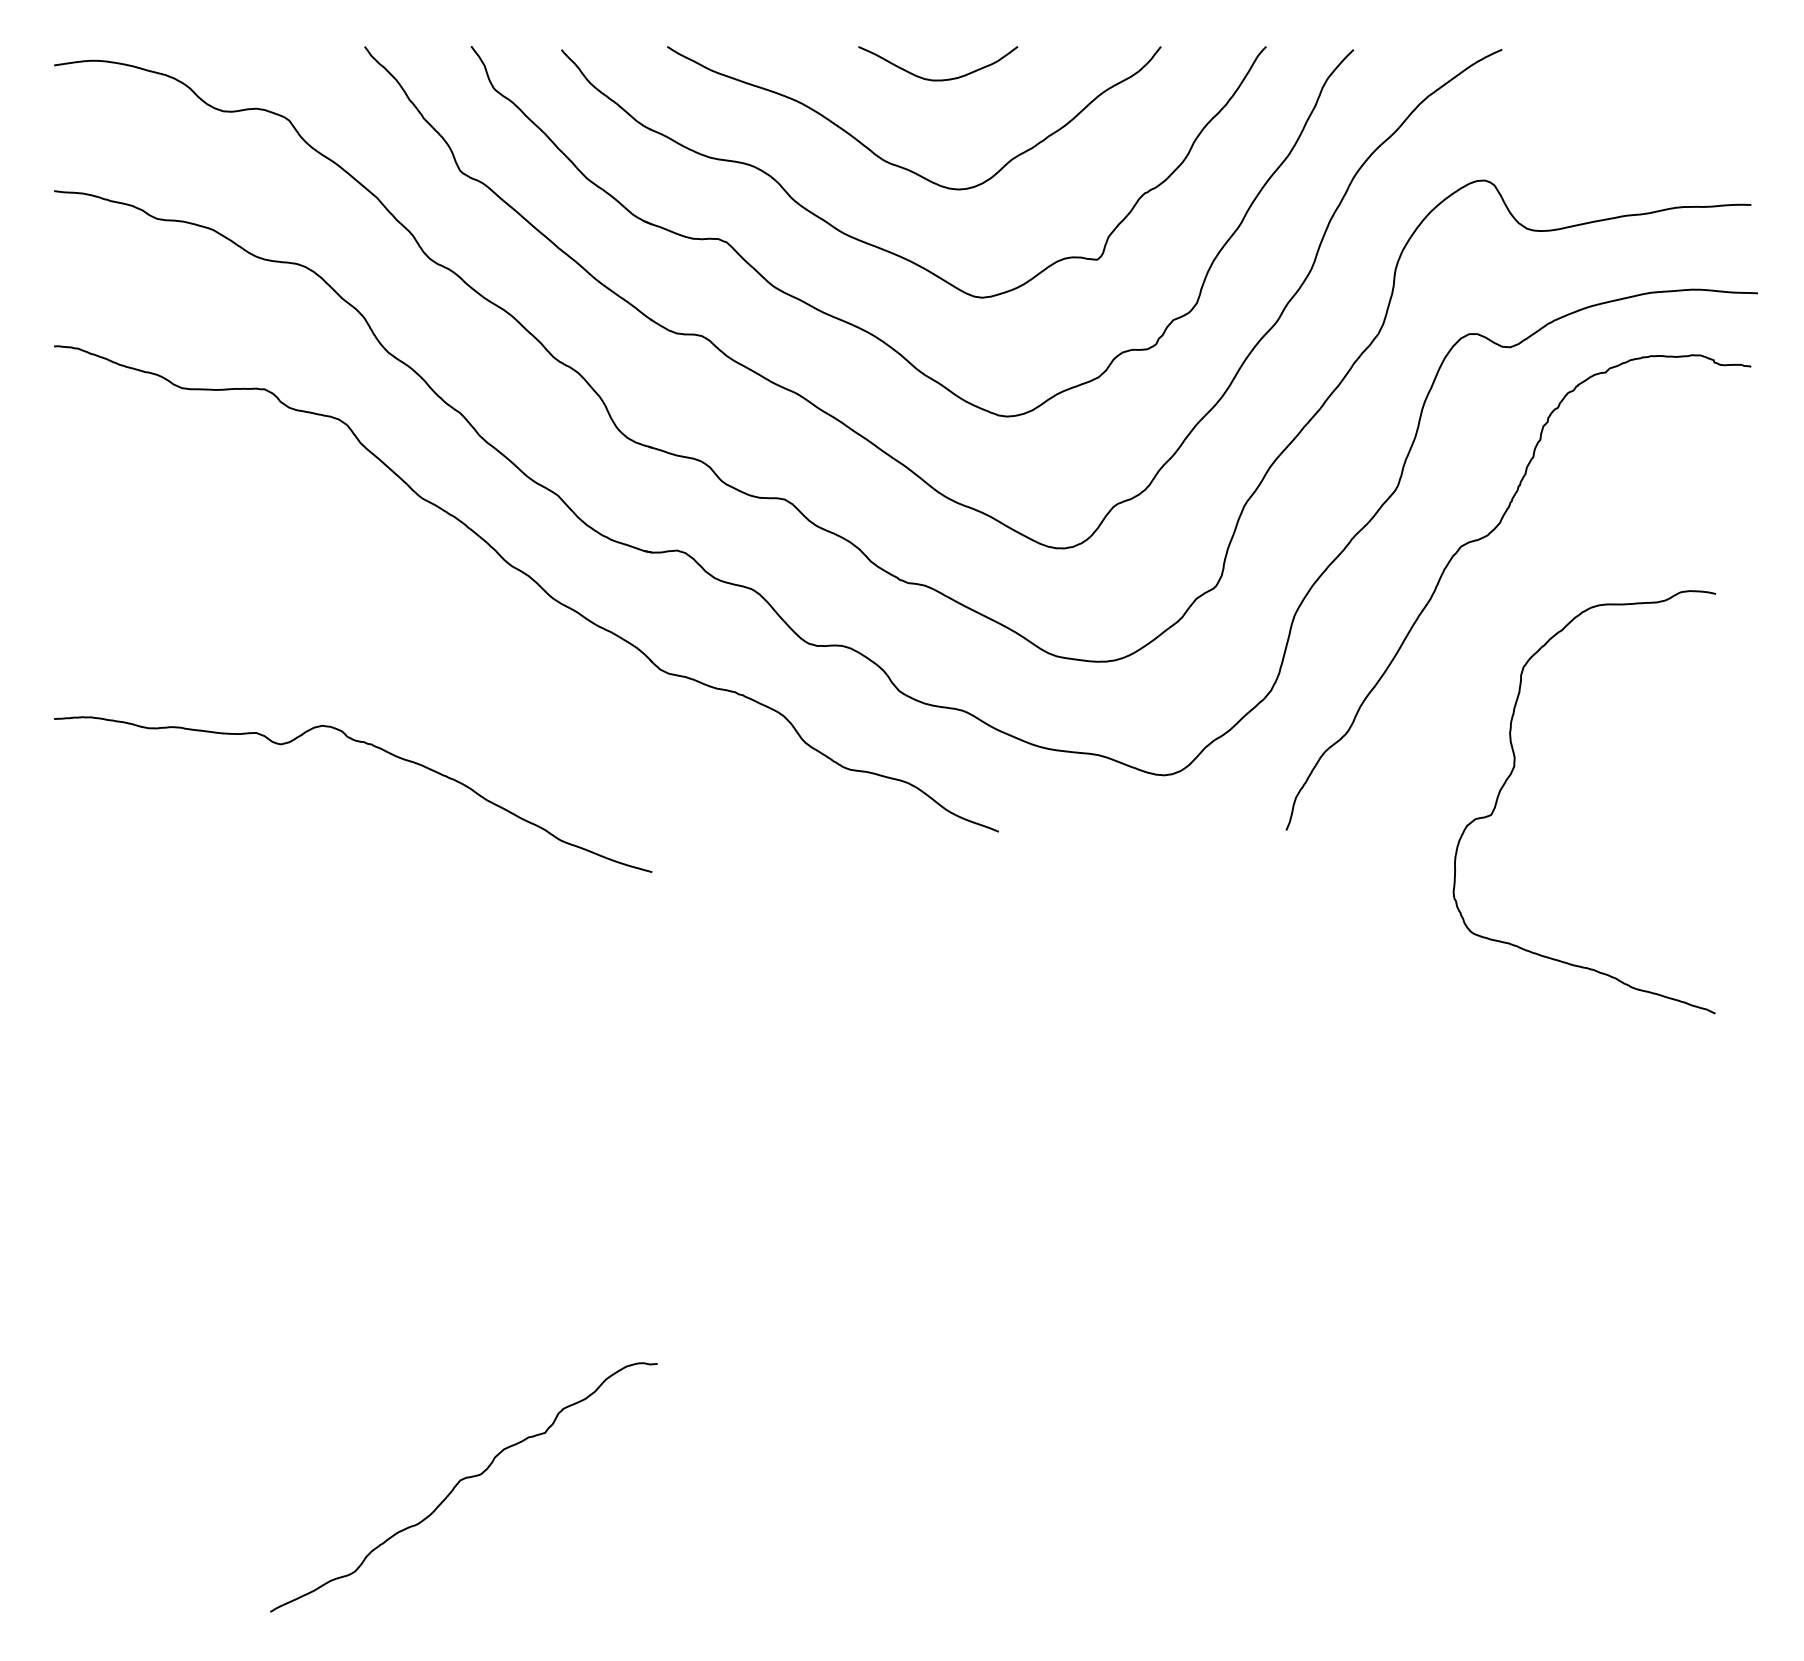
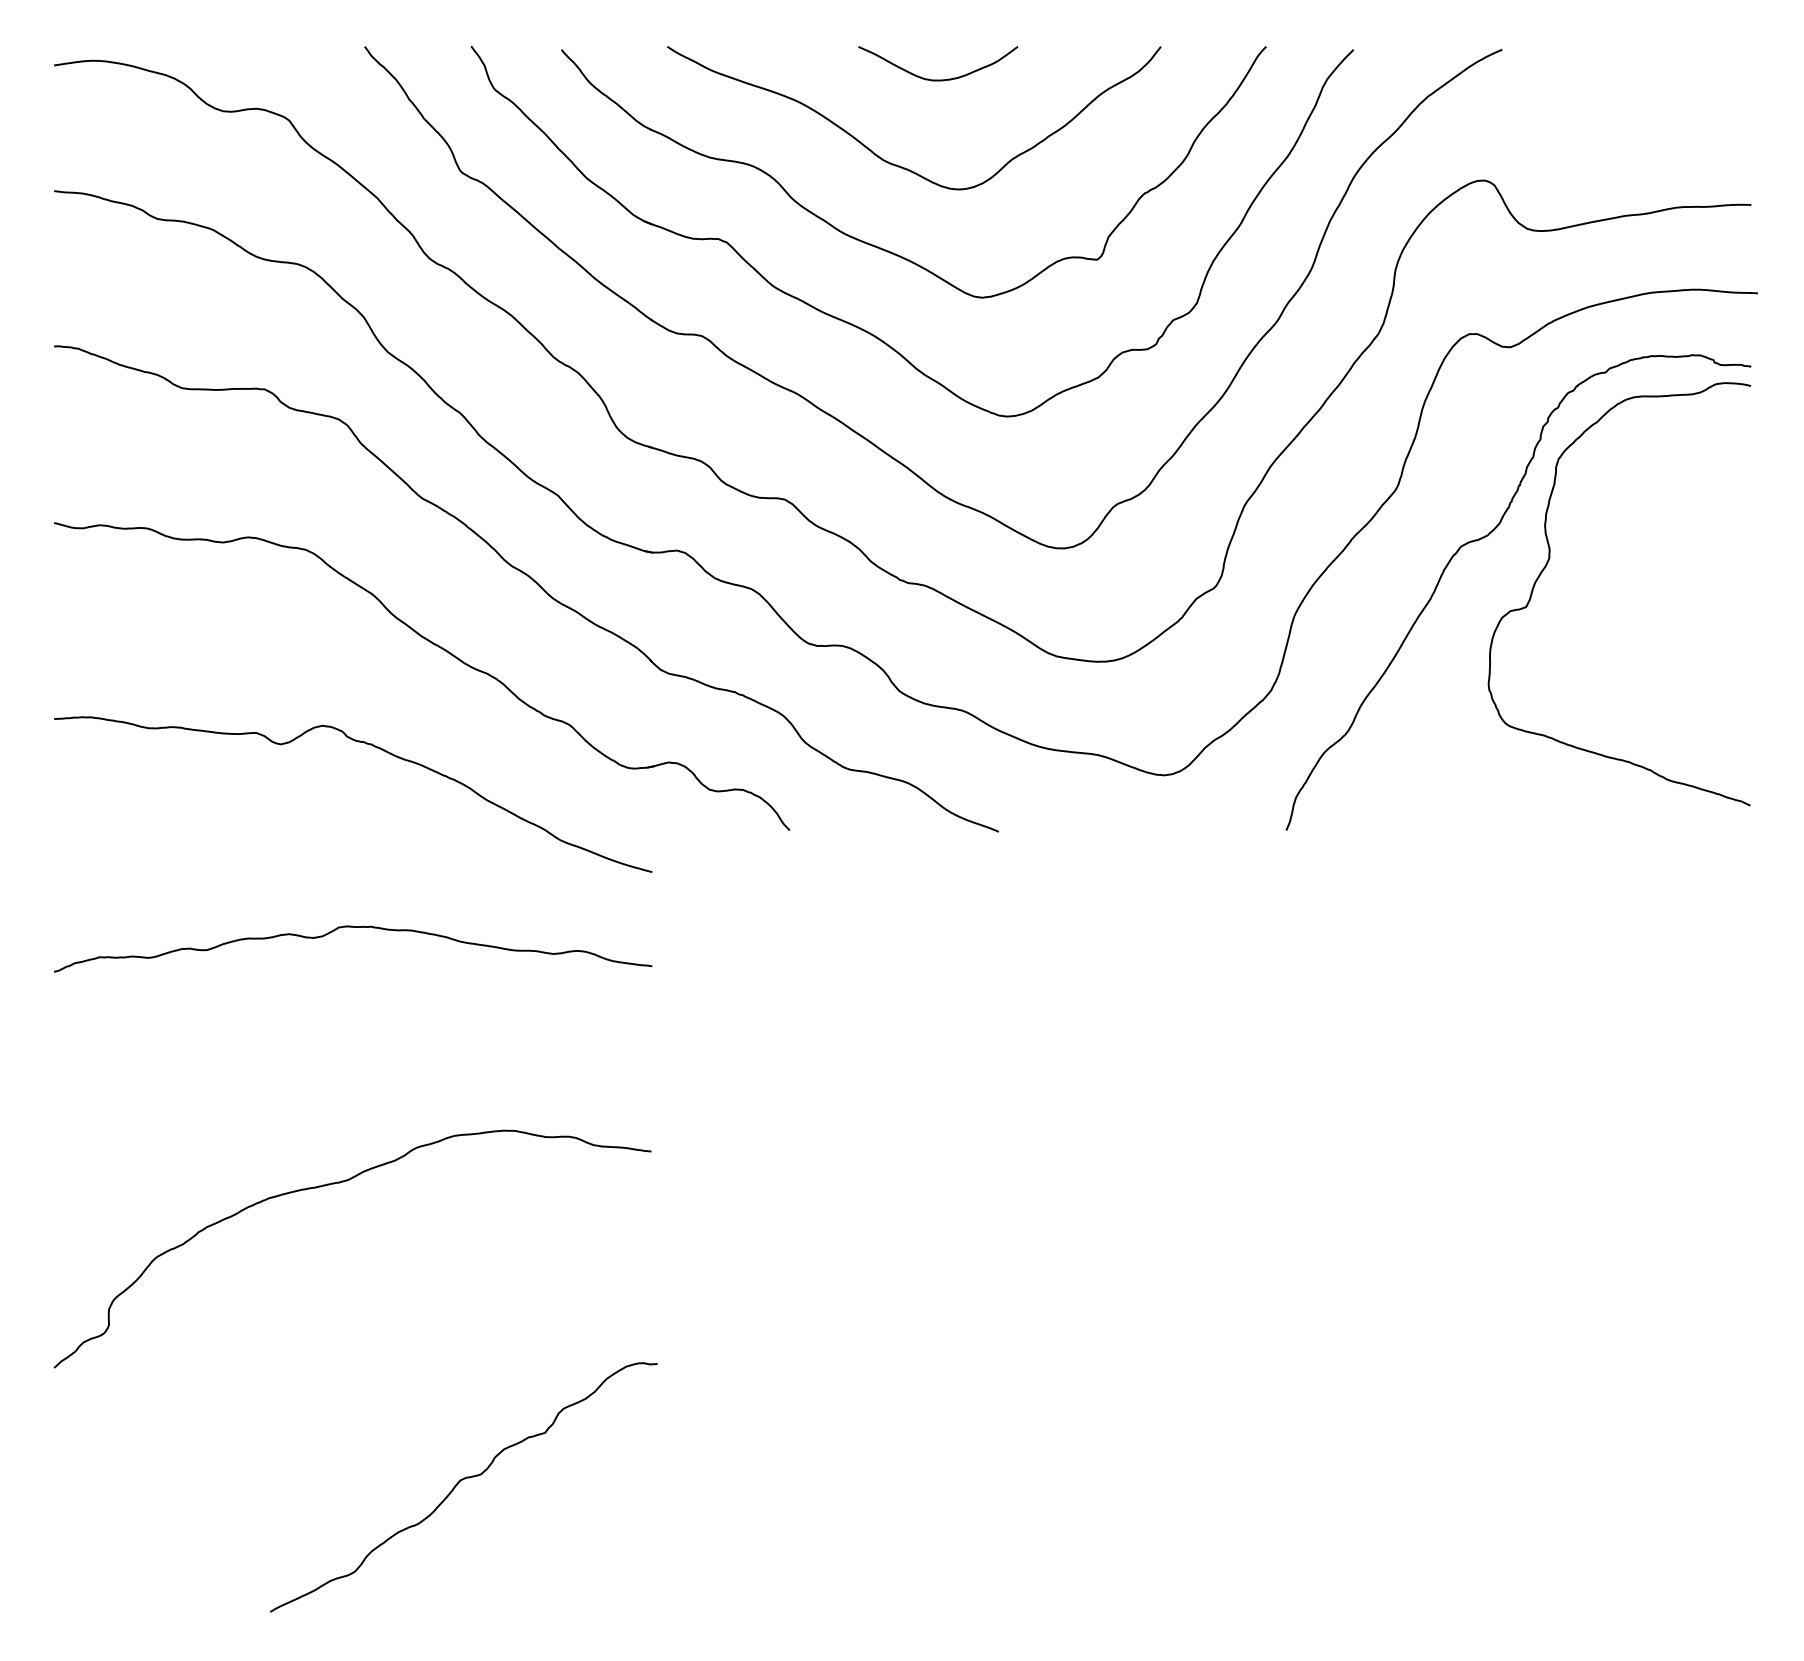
part at (436, 646): none -> present
curve at (1512, 773) position: (1512, 773) -> (1547, 565)
curve at (353, 927): none -> present
curve at (340, 1183): none -> present
